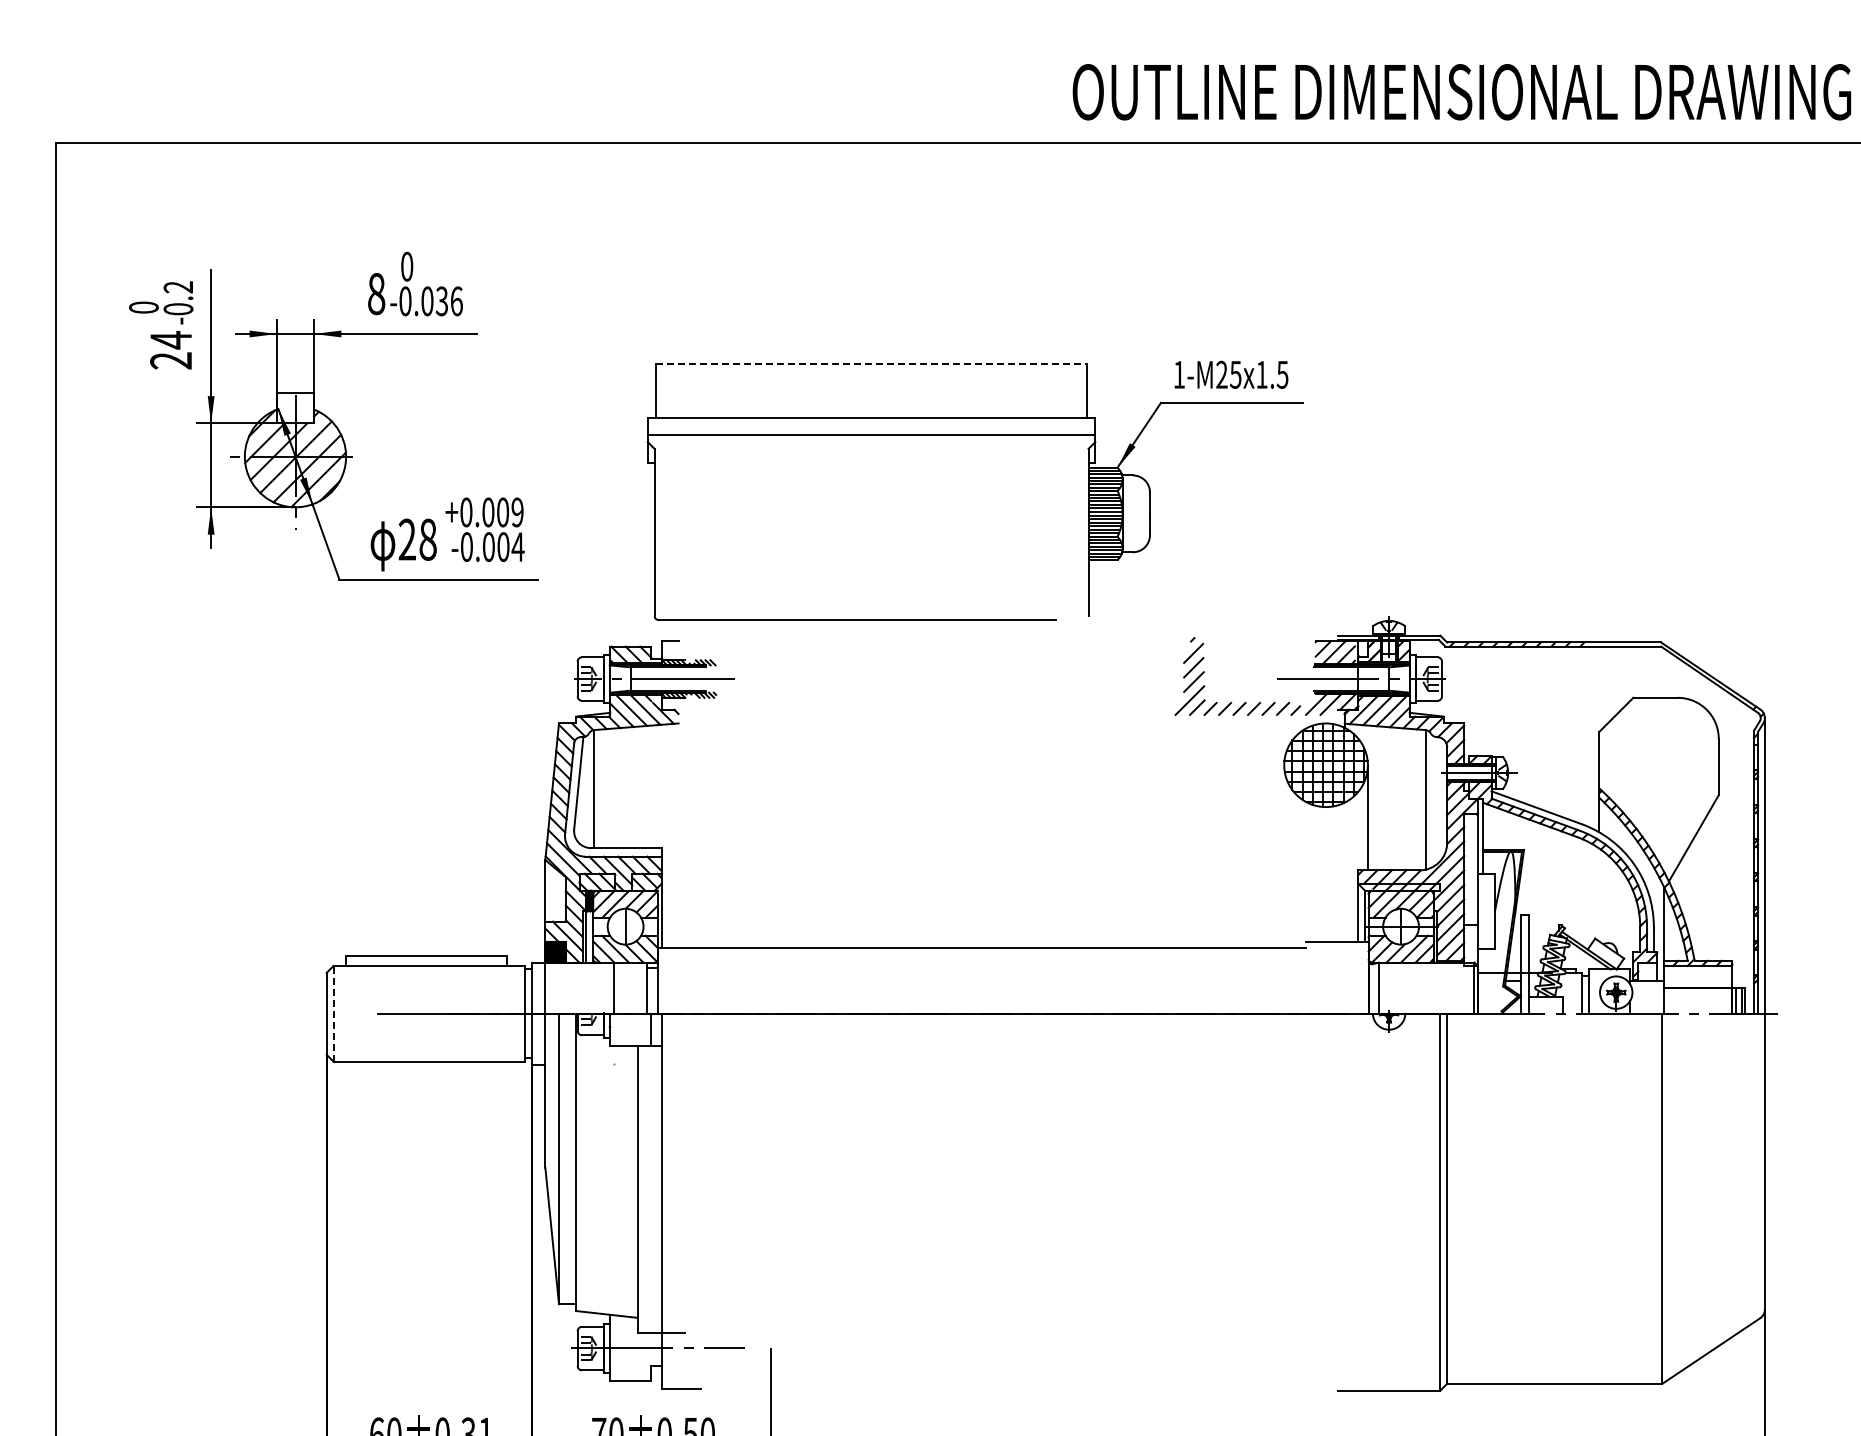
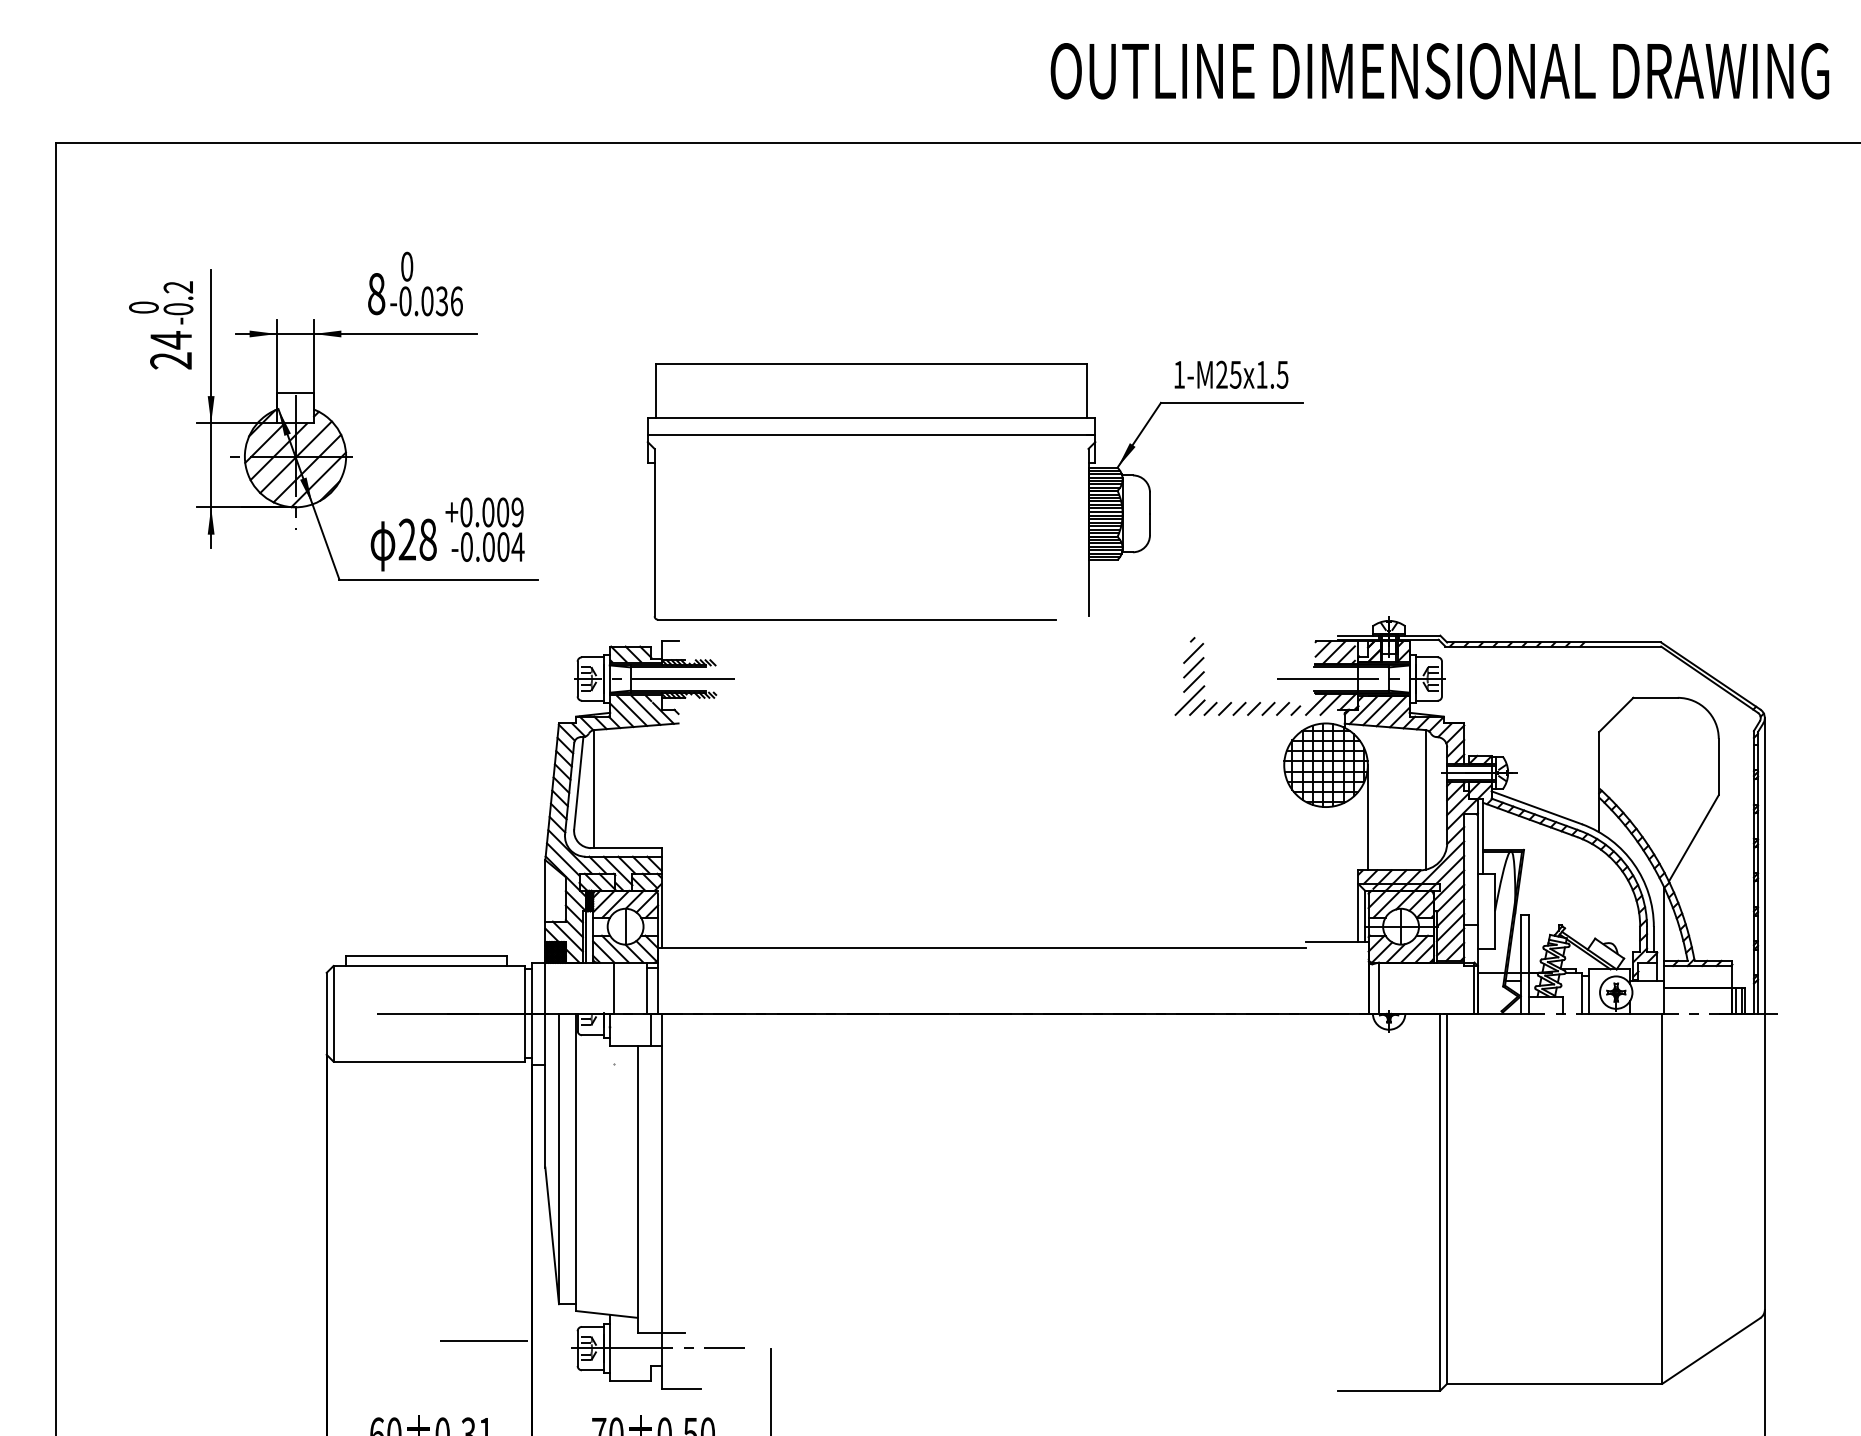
text at (1461, 92) position: (1461, 92) -> (1439, 71)
line at (872, 363): dashed -> solid
line at (333, 1013): dashed -> solid
line at (484, 1340): none -> present
